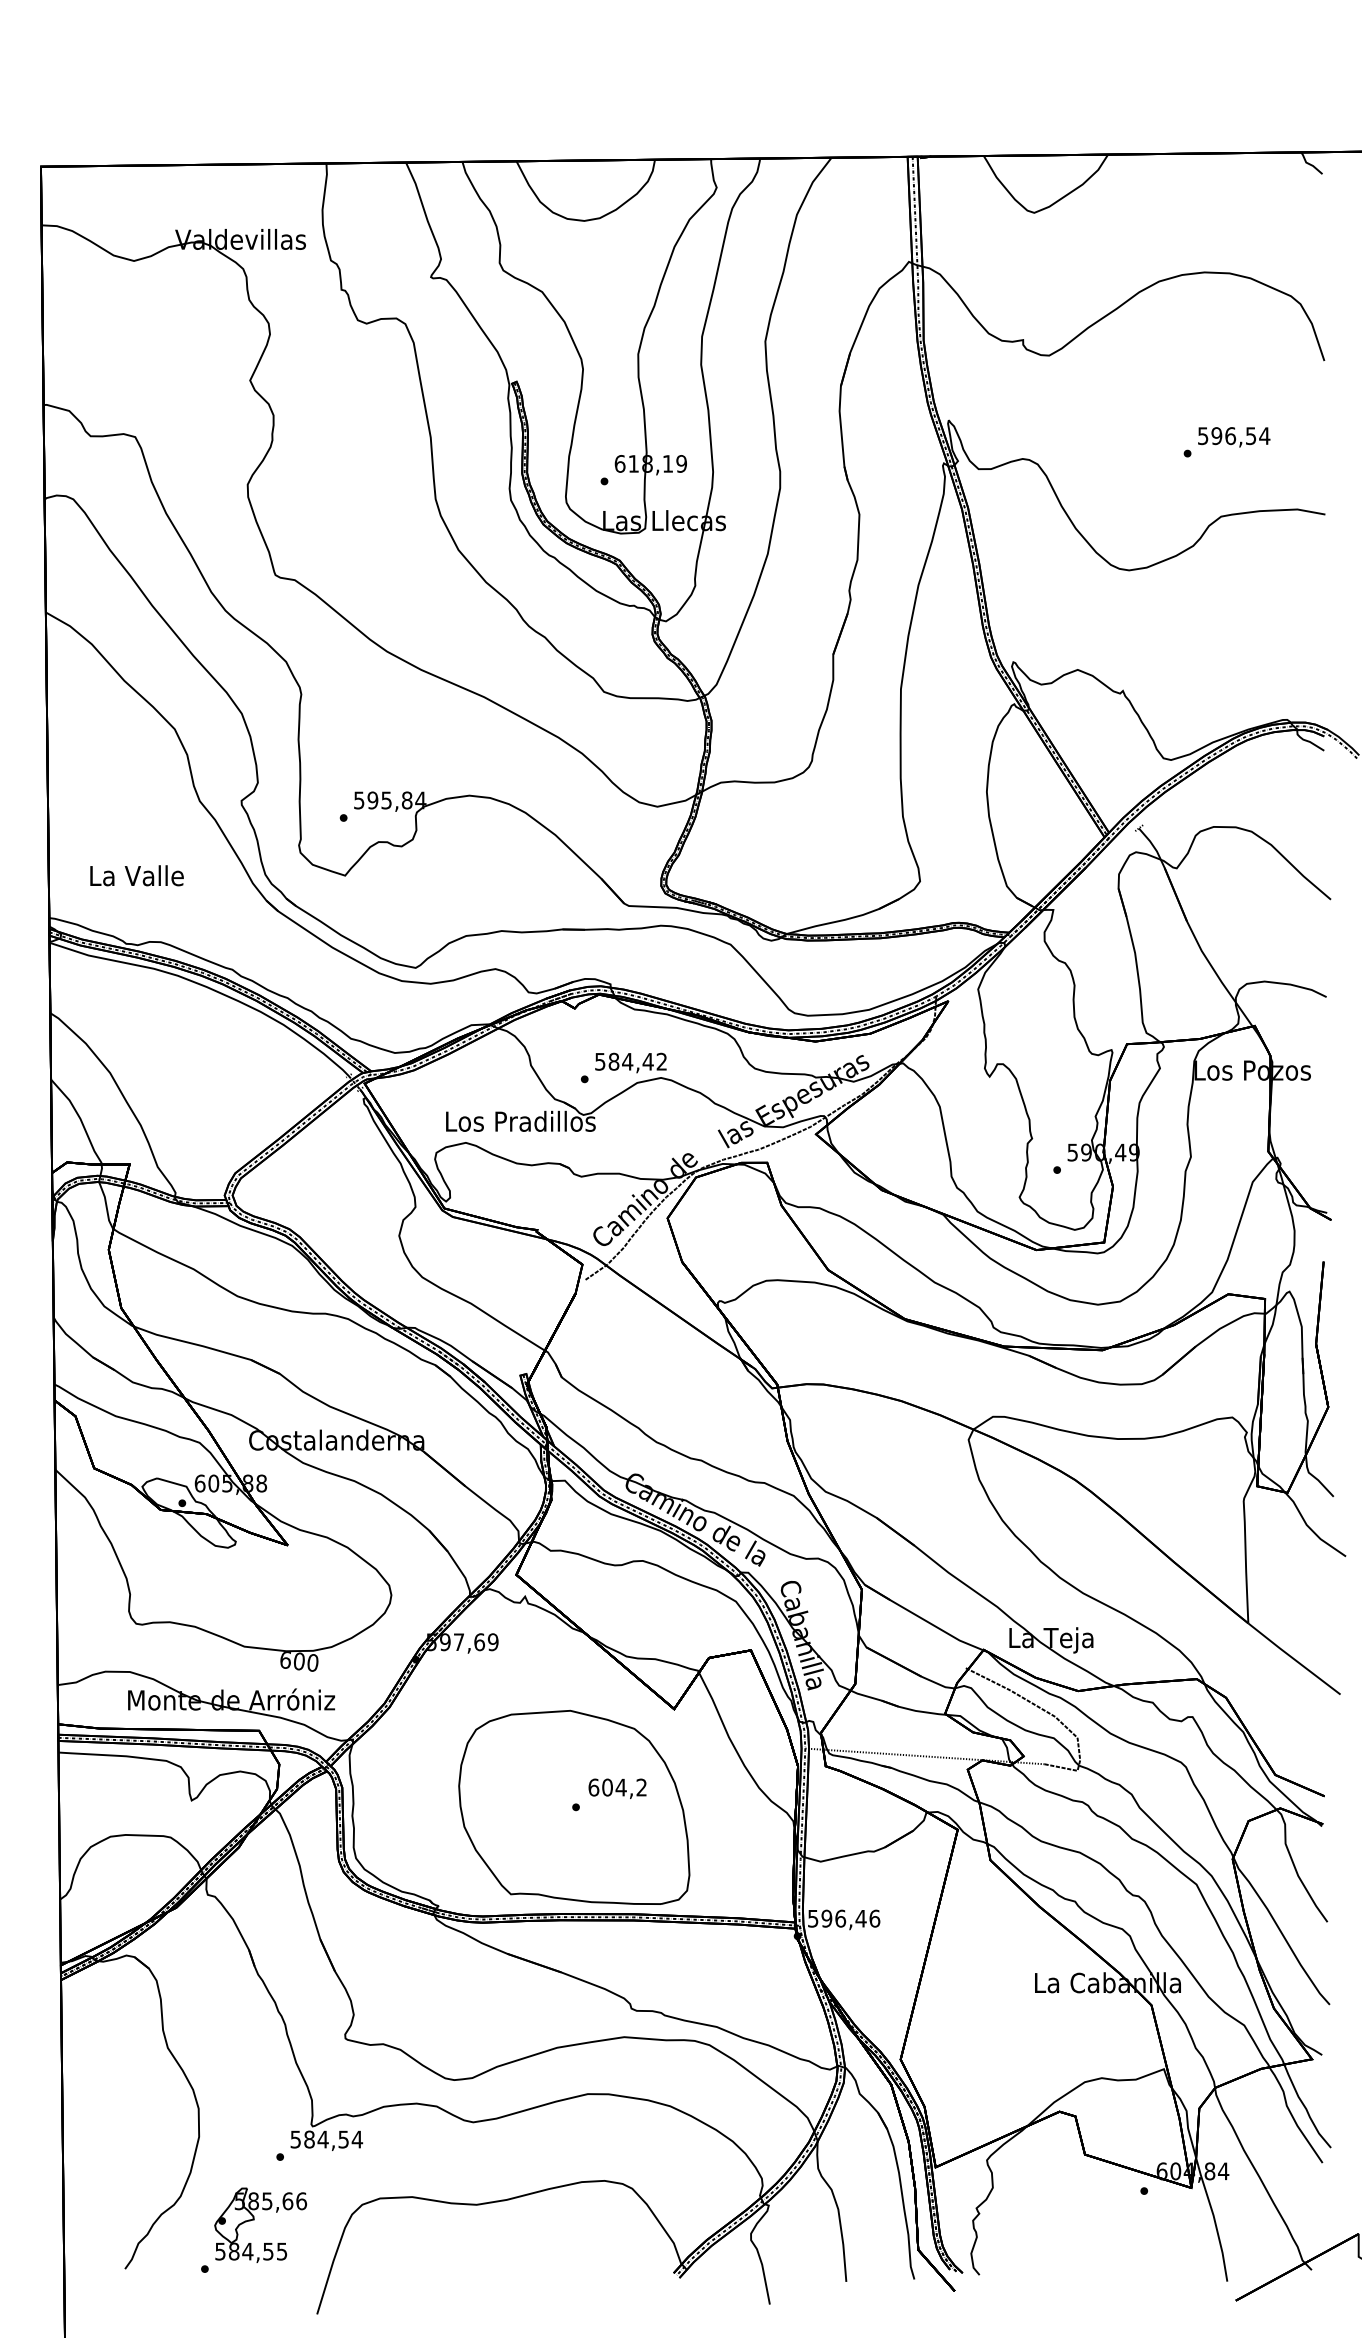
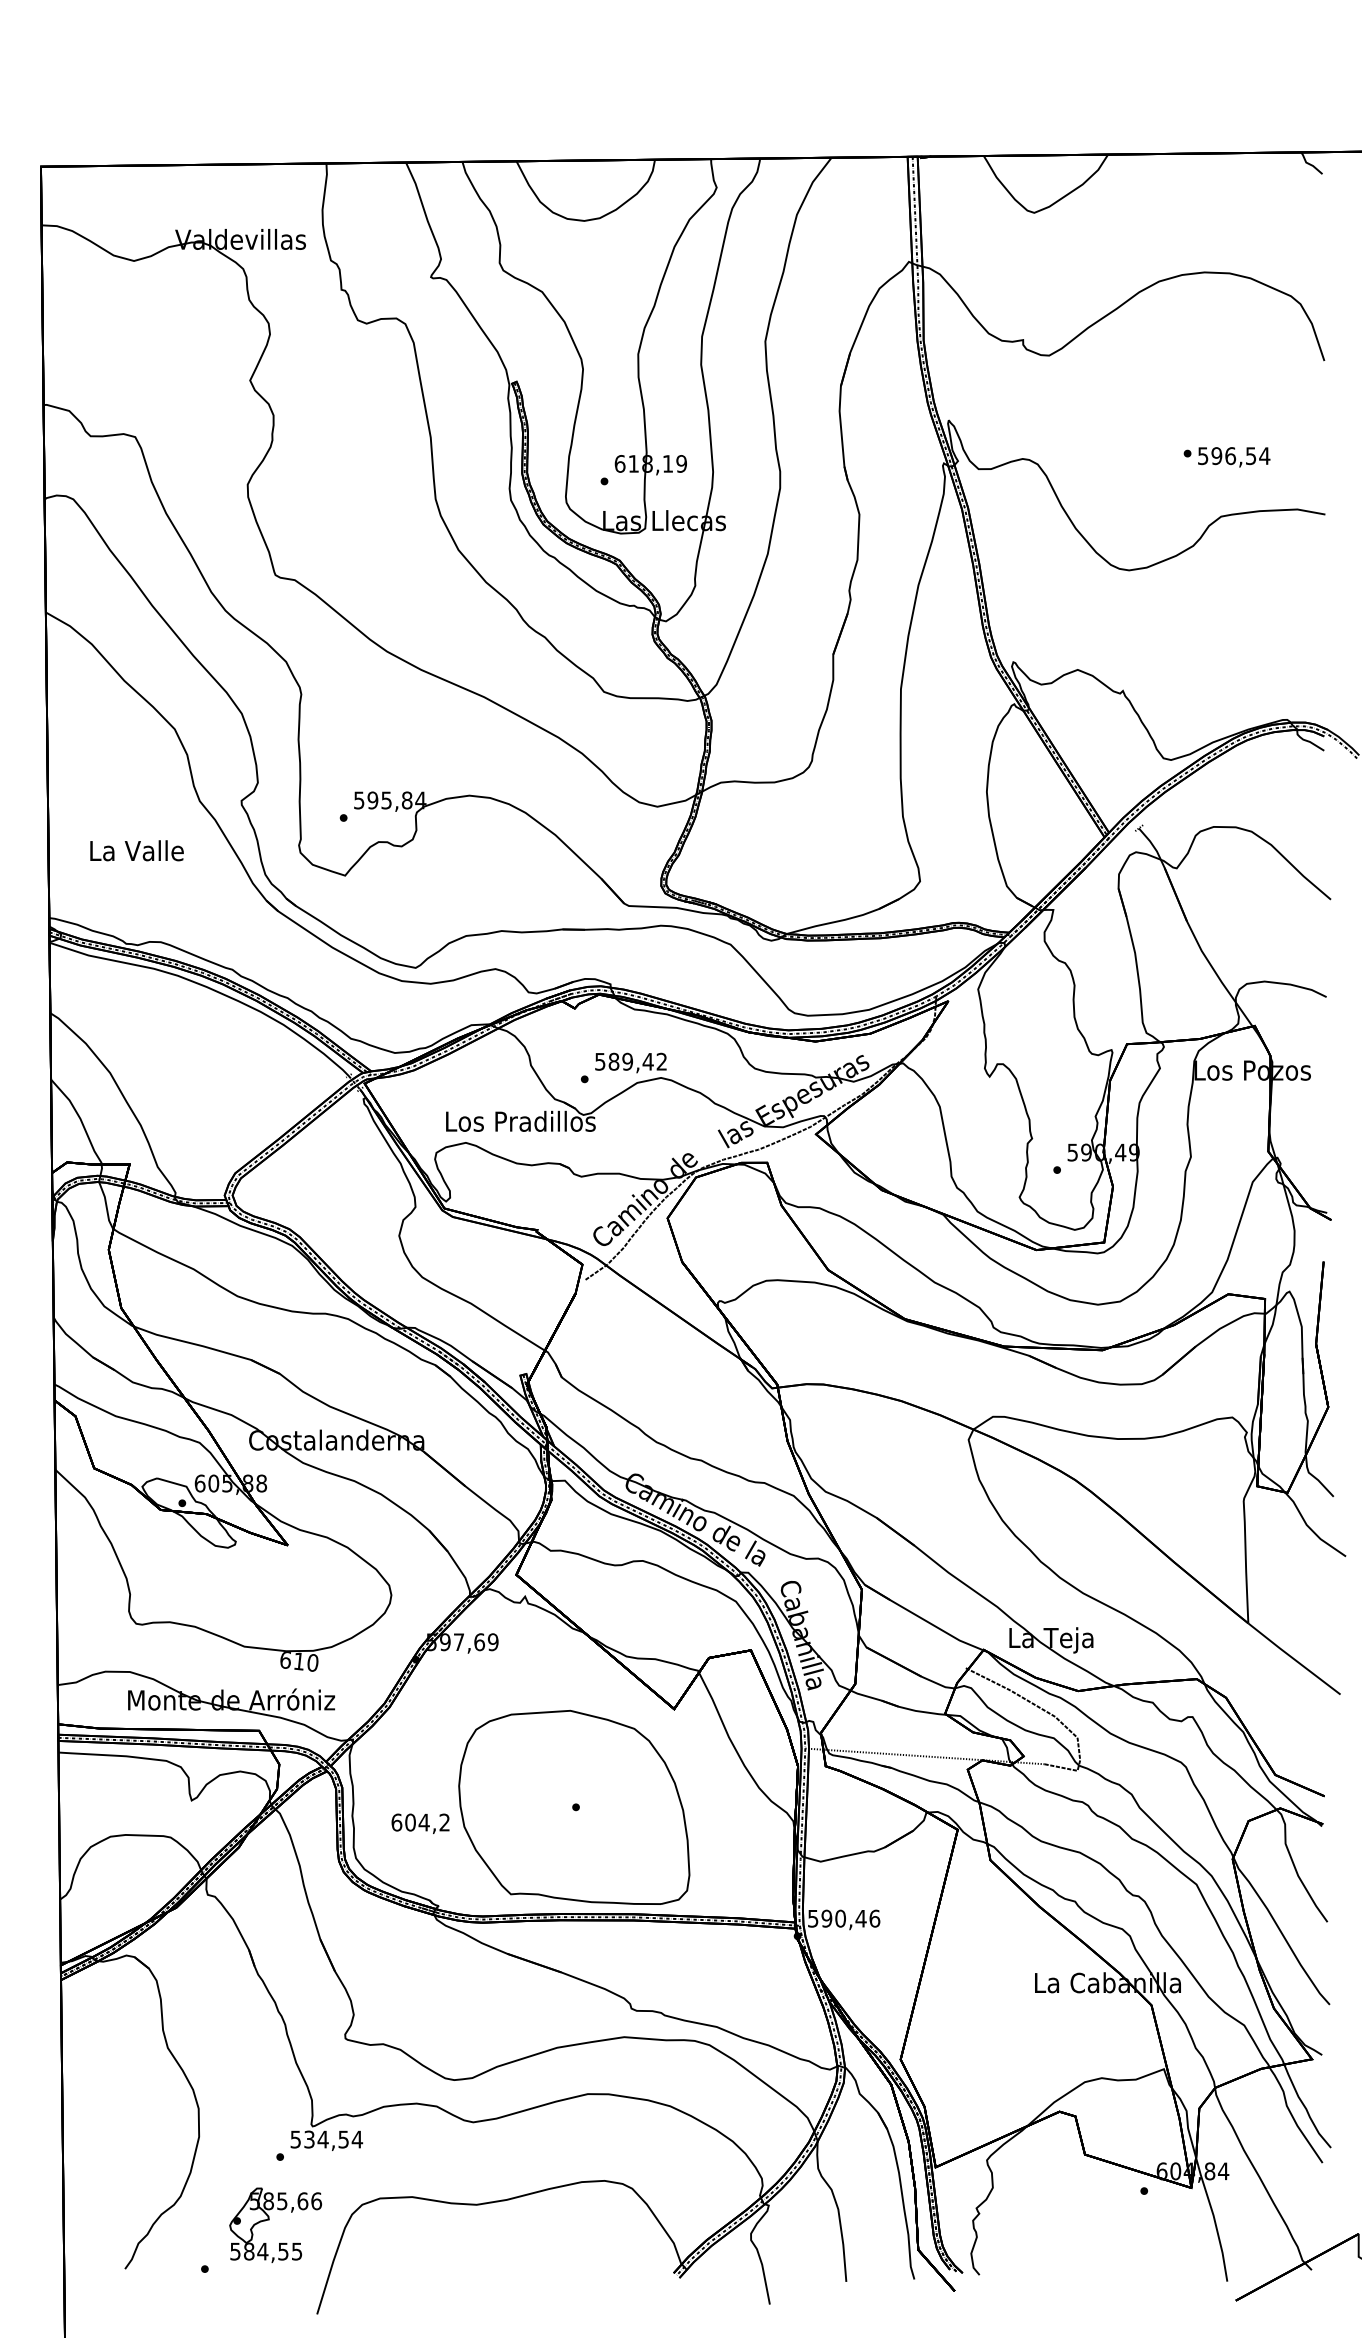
text at (1234, 437) position: (1234, 437) -> (1234, 457)
text at (136, 875) position: (136, 875) -> (136, 850)
text at (627, 1061): 584,42 -> 589,42
text at (298, 1661): 600 -> 610
text at (617, 1788) position: (617, 1788) -> (420, 1823)
text at (840, 1918): 596,46 -> 590,46
text at (309, 2139): 584,54 -> 534,54
part at (254, 2220) position: (254, 2220) -> (269, 2220)
